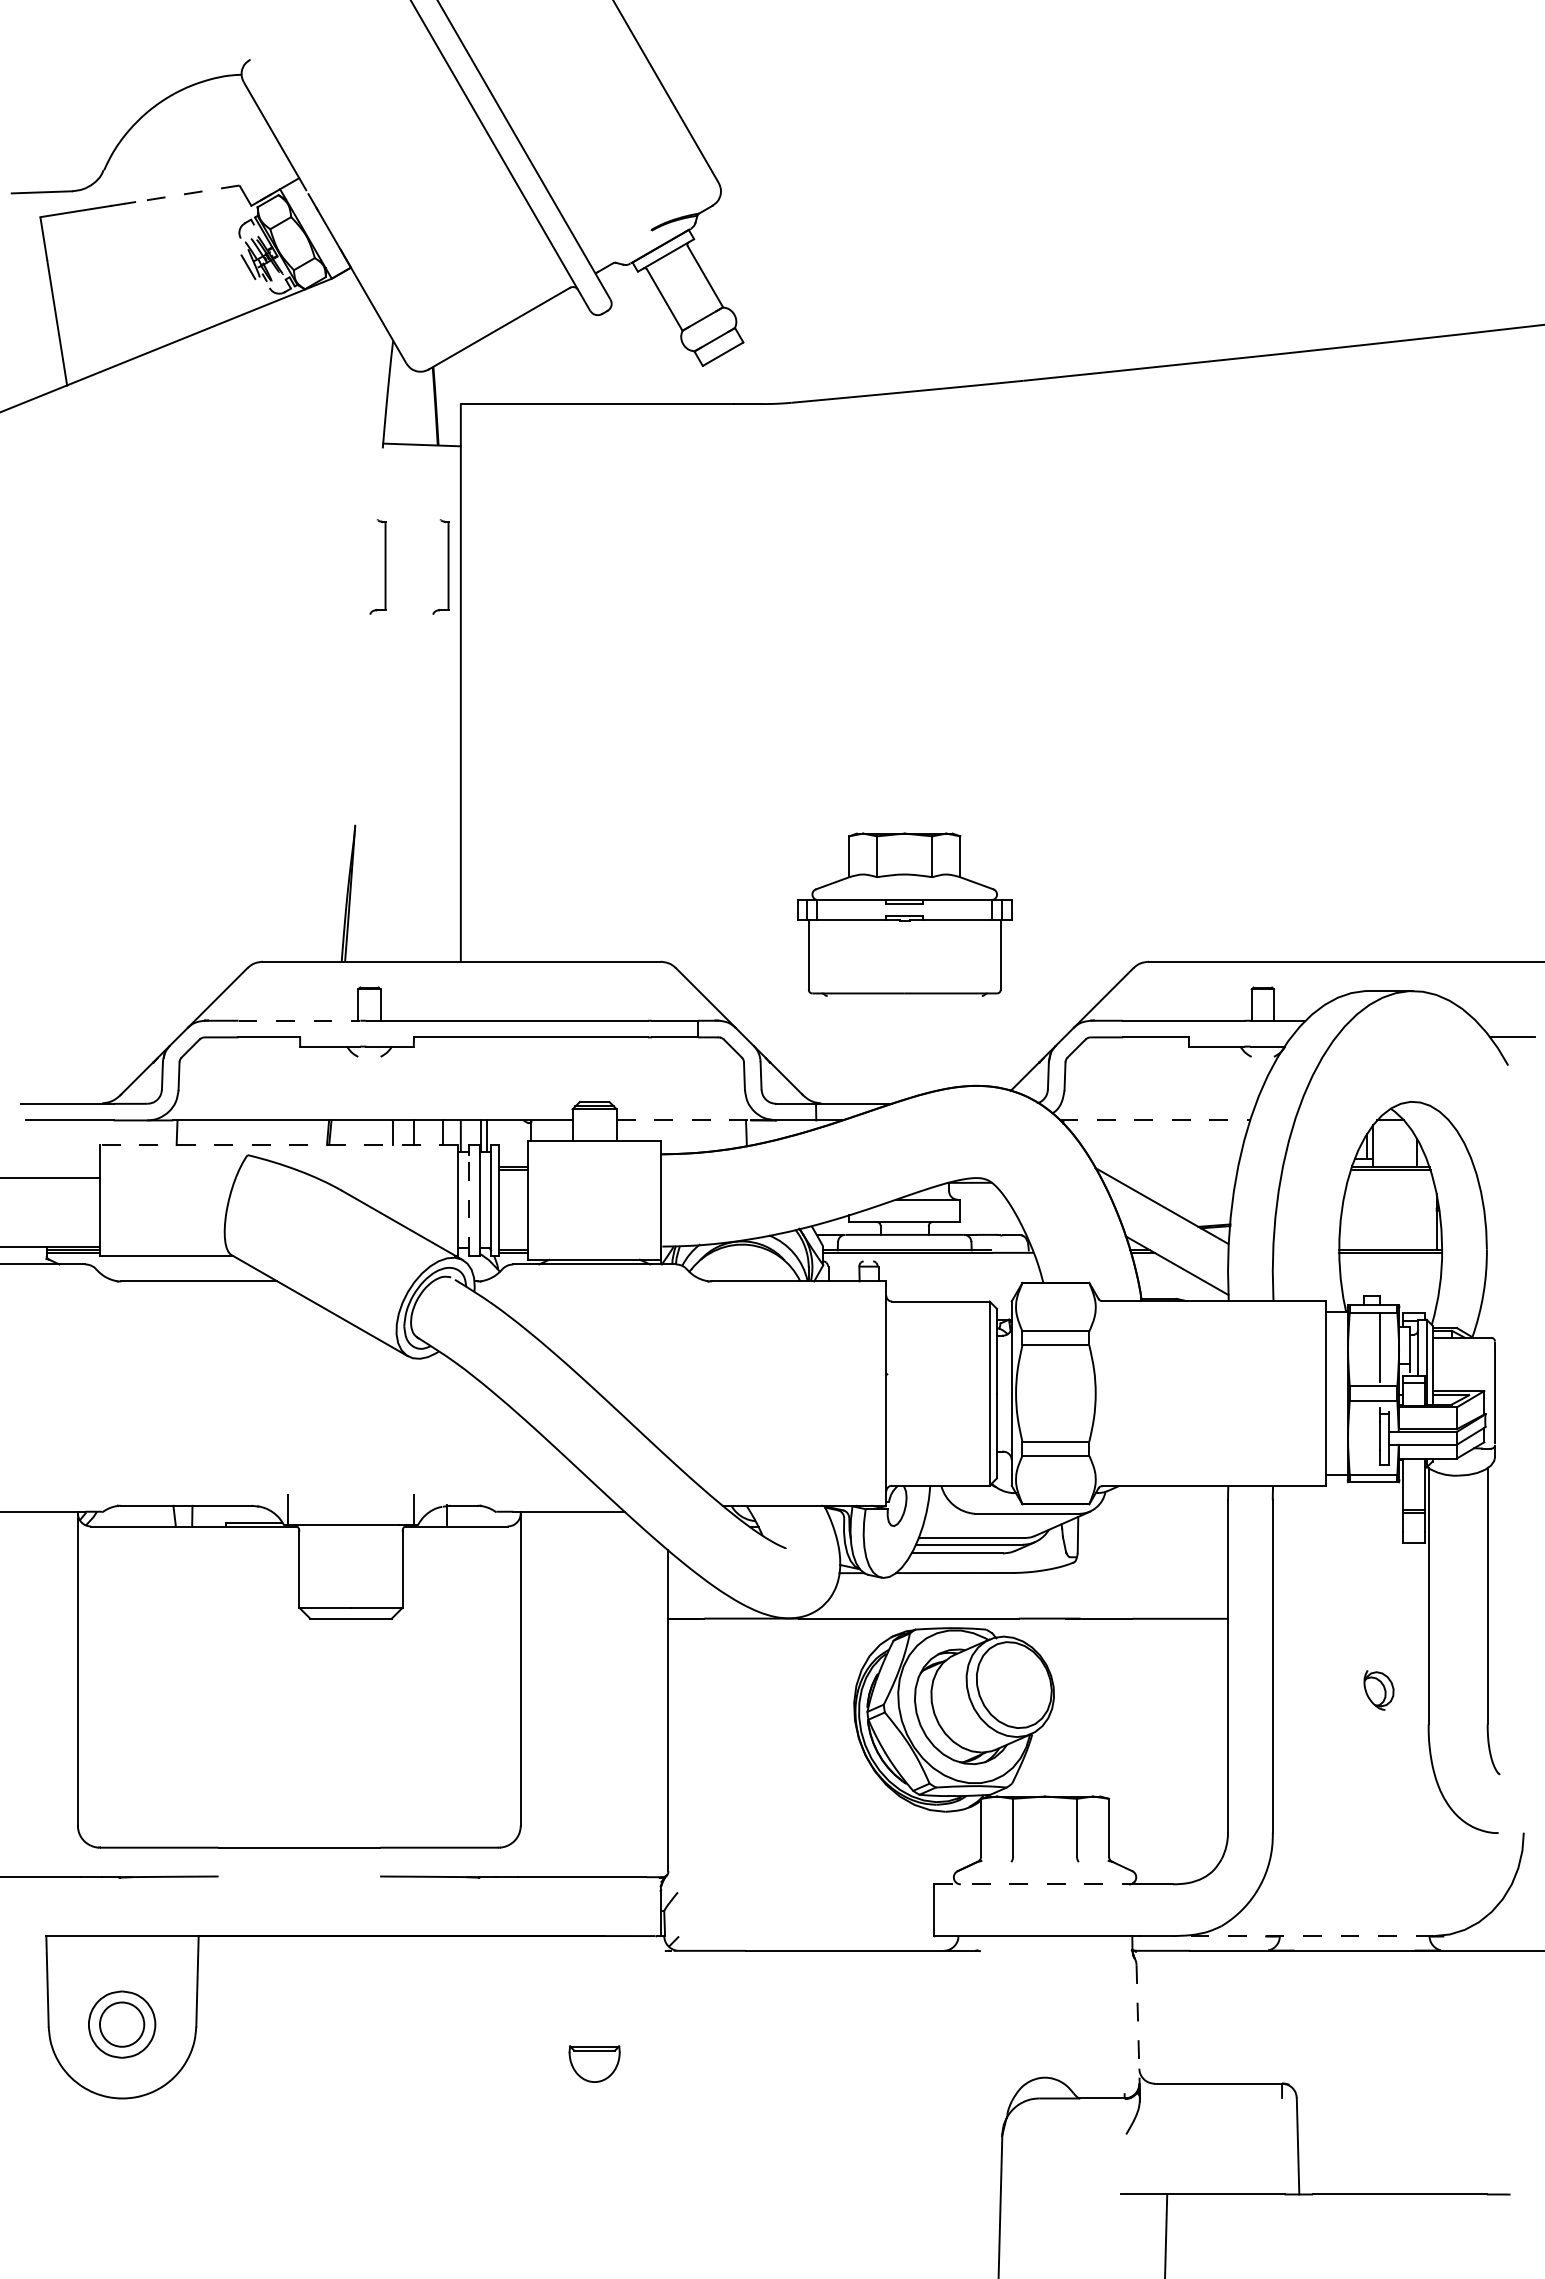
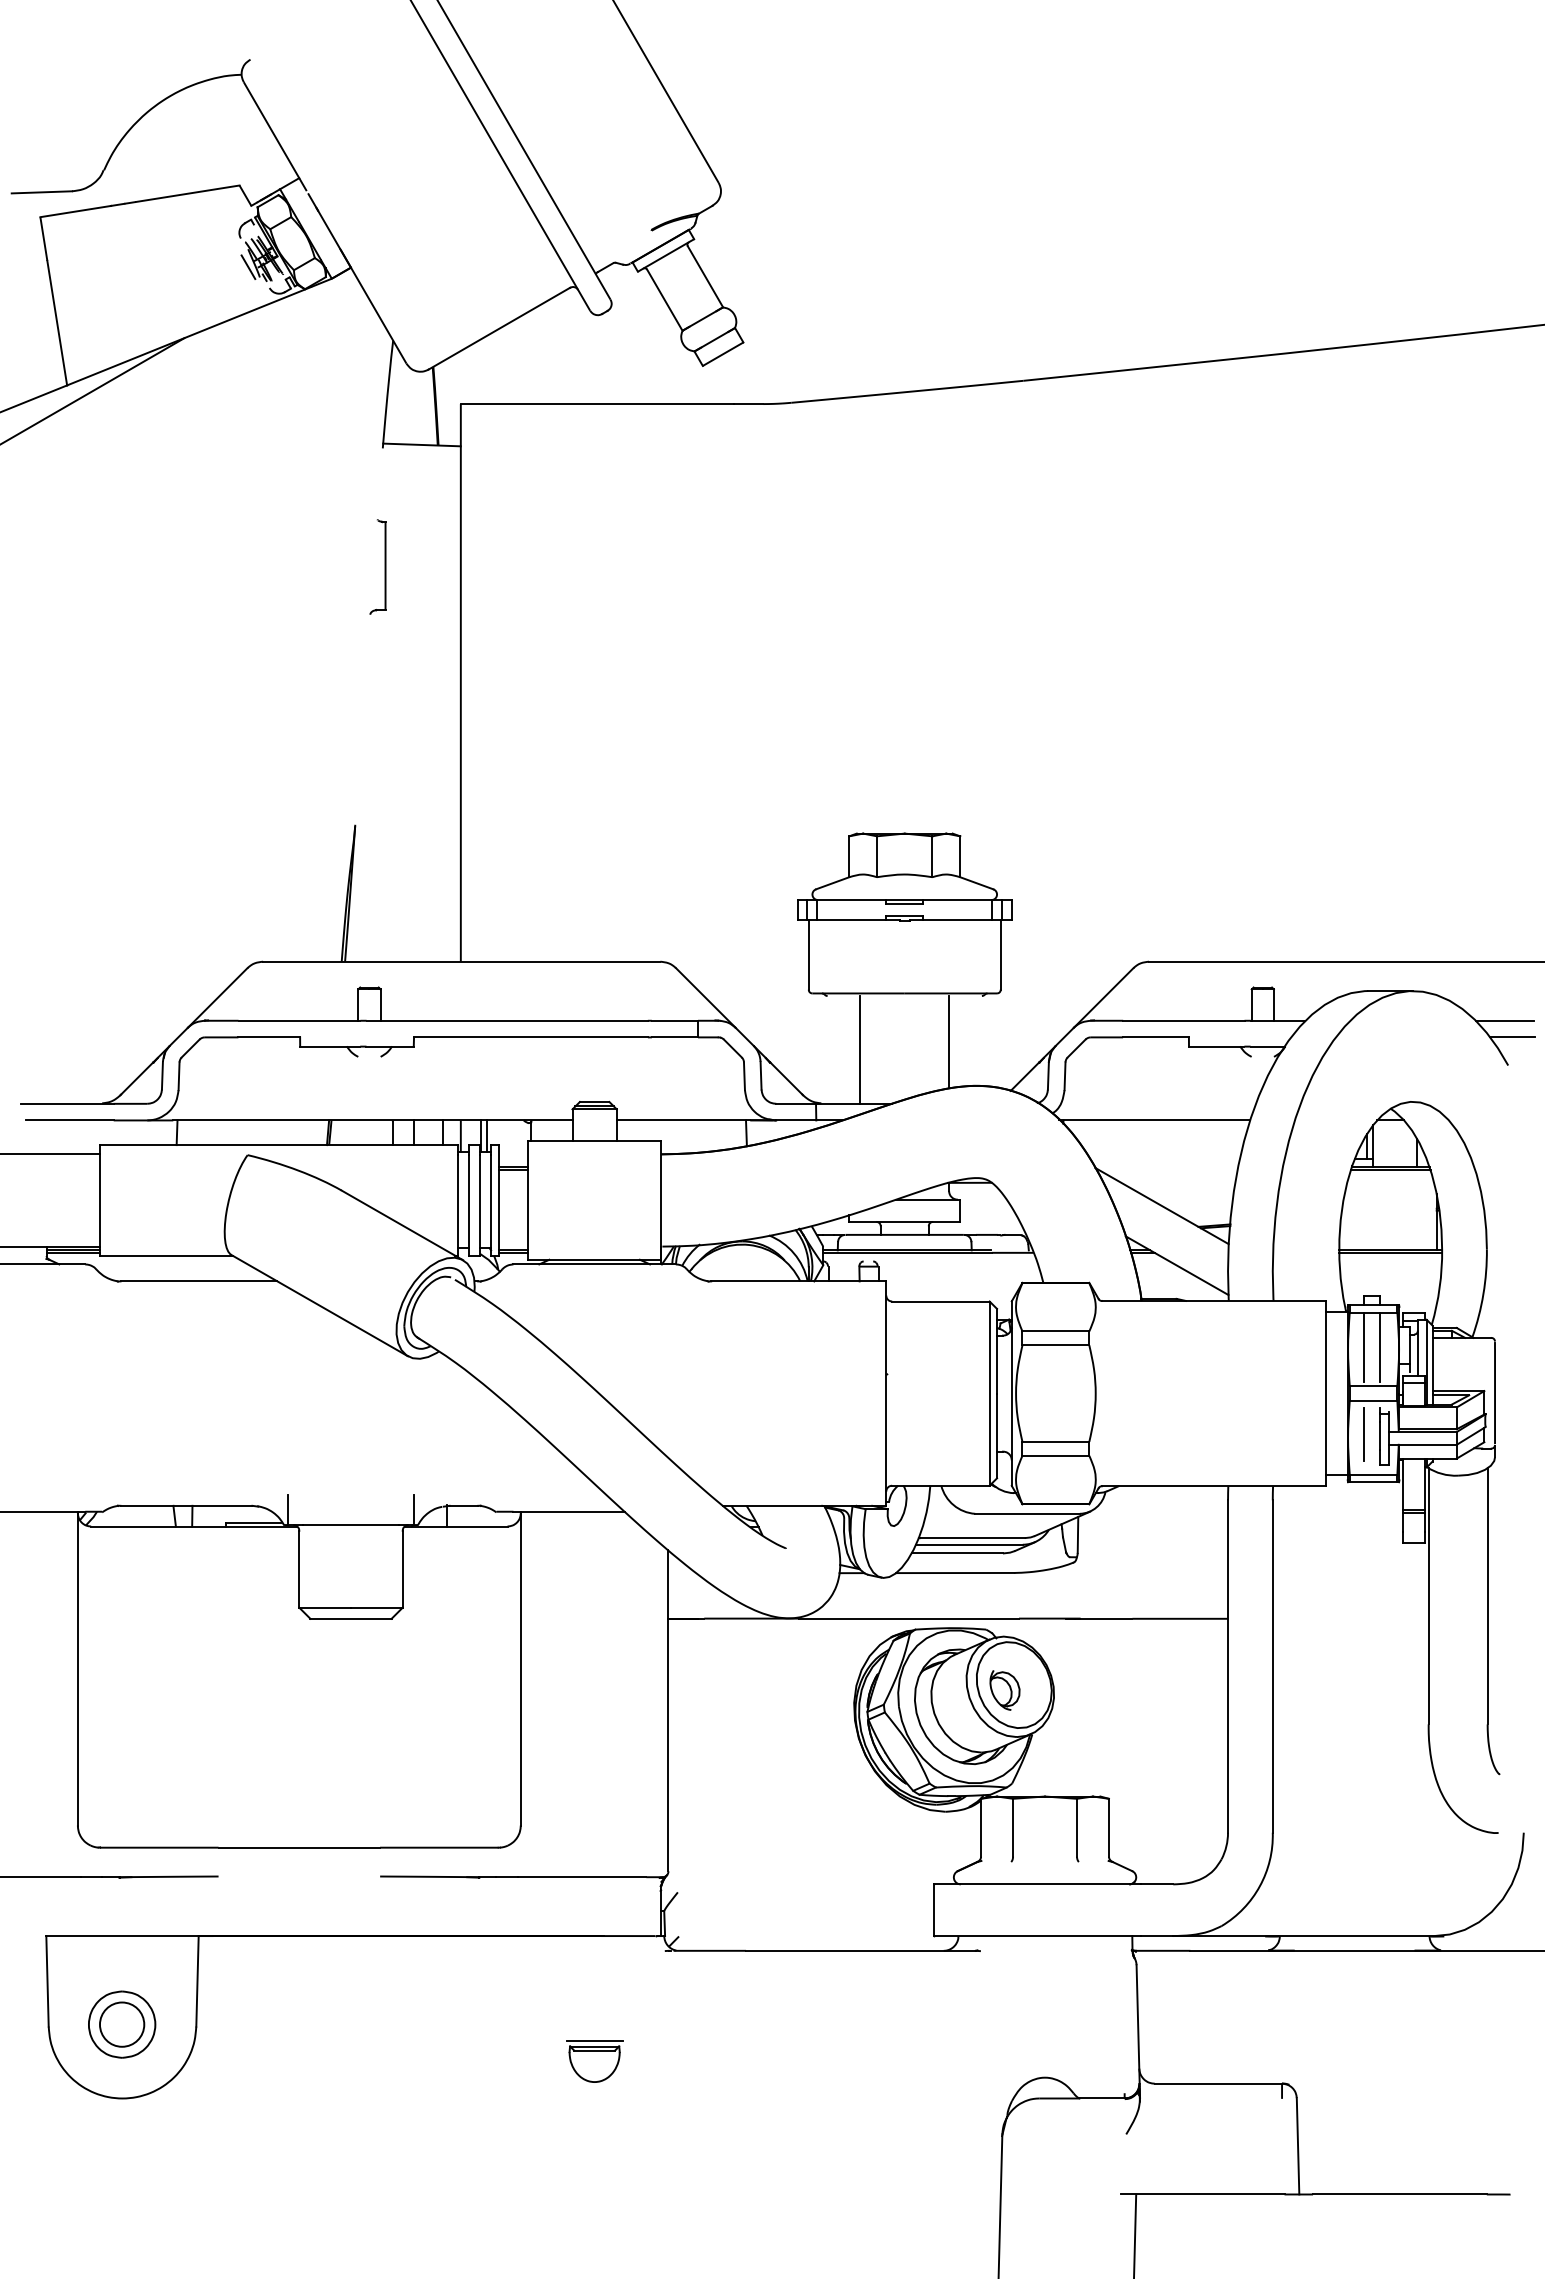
line at (187, 193): dashed -> solid
line at (93, 390): none -> present
part at (447, 566): present -> none
line at (299, 1020): dashed -> solid
line at (1504, 1020): none -> present
line at (949, 1042): none -> present
line at (860, 1049): none -> present
line at (683, 1120): dashed -> solid
line at (1155, 1120): dashed -> solid
line at (278, 1145): dashed -> solid
line at (50, 1178) position: (50, 1178) -> (50, 1154)
line at (469, 1204): dashed -> solid
line at (1363, 1347): none -> present
line at (1363, 1434): none -> present
part at (1378, 1690) position: (1378, 1690) -> (1004, 1690)
line at (1038, 1884): dashed -> solid
line at (1303, 1936): dashed -> solid
line at (1138, 2024): dashed -> solid
line at (594, 2041): none -> present
line at (1166, 2235) position: (1166, 2235) -> (1135, 2234)
